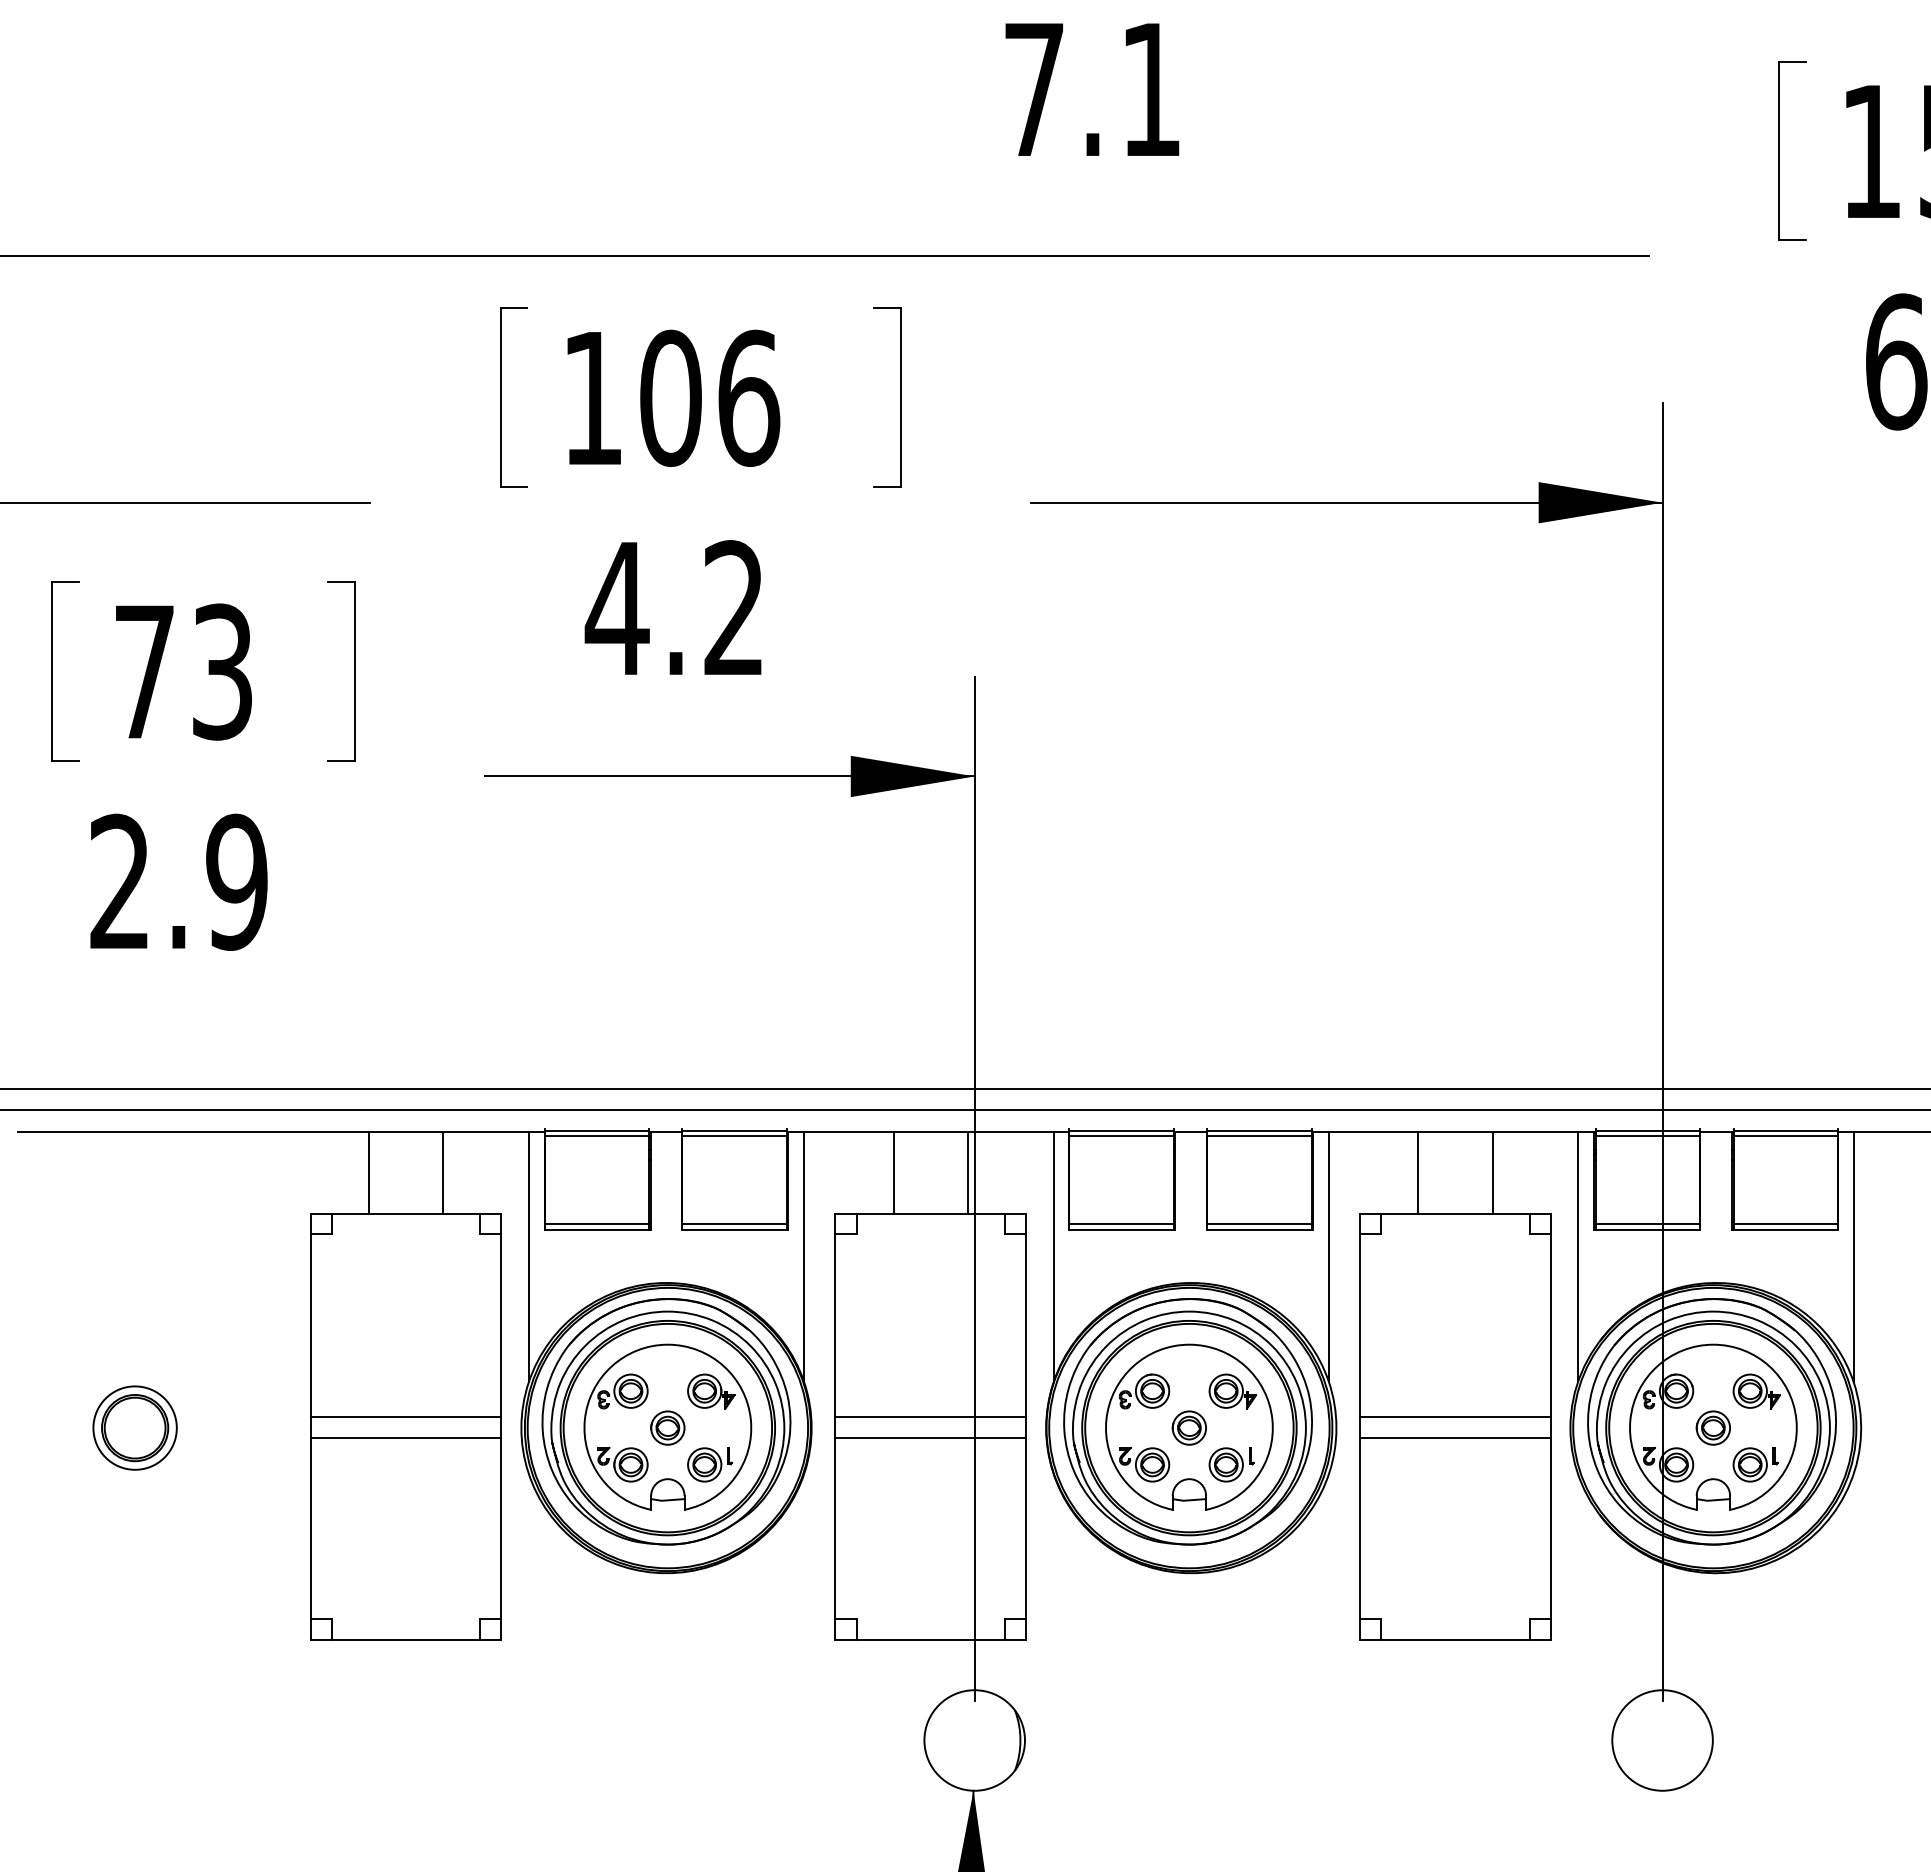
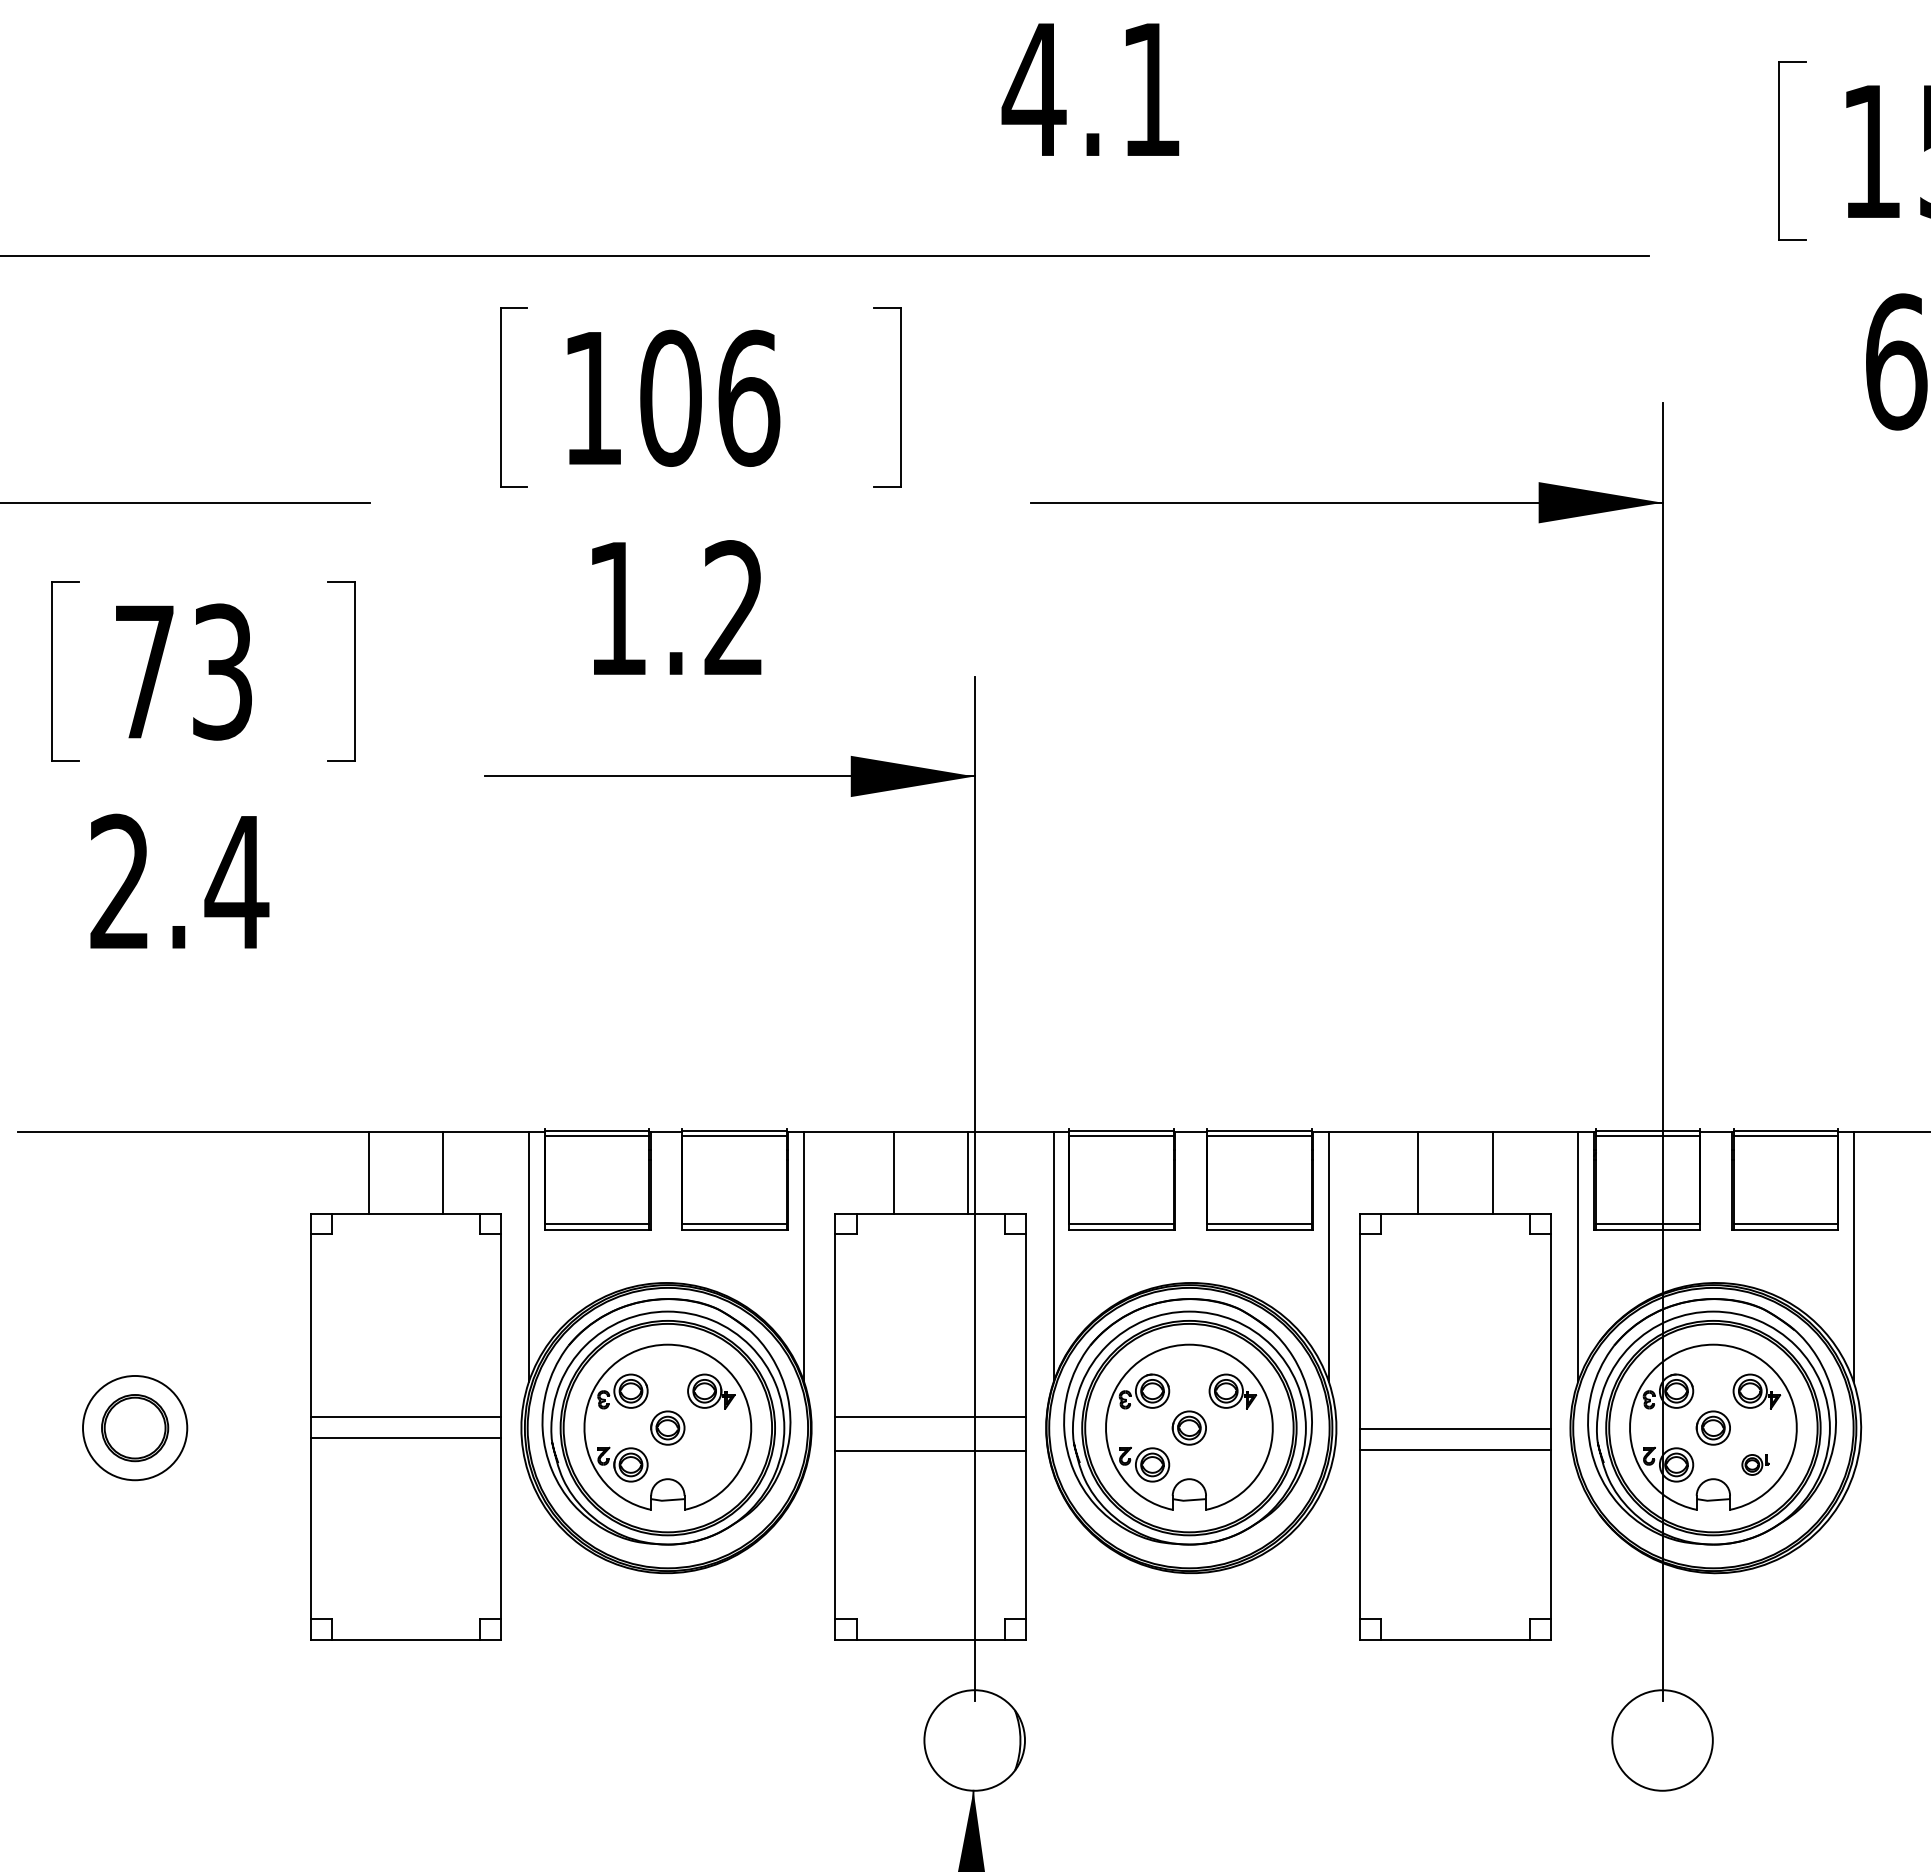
text at (1033, 89): 7.1 -> 4.1
text at (616, 608): 4.2 -> 1.2
text at (236, 881): 2.9 -> 2.4
line at (964, 1089): present -> none
line at (964, 1110): present -> none
line at (1455, 1416) position: (1455, 1416) -> (1455, 1428)
circle at (134, 1427) diameter: 83 px -> 104 px
line at (930, 1438) position: (930, 1438) -> (930, 1451)
line at (1455, 1438) position: (1455, 1438) -> (1455, 1450)
part at (709, 1464): present -> none
part at (1231, 1464): present -> none
part at (1755, 1464) size: 47x36 px -> 29x22 px
